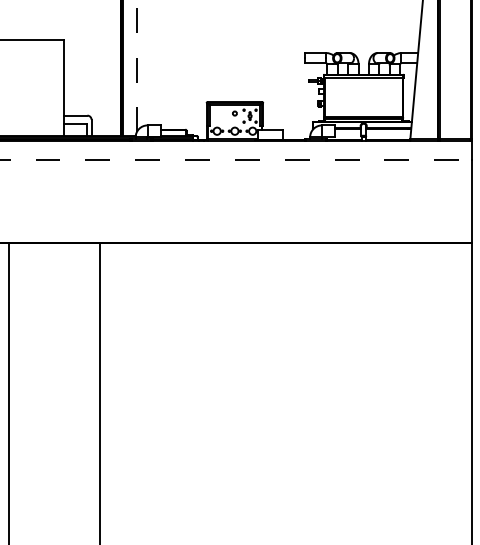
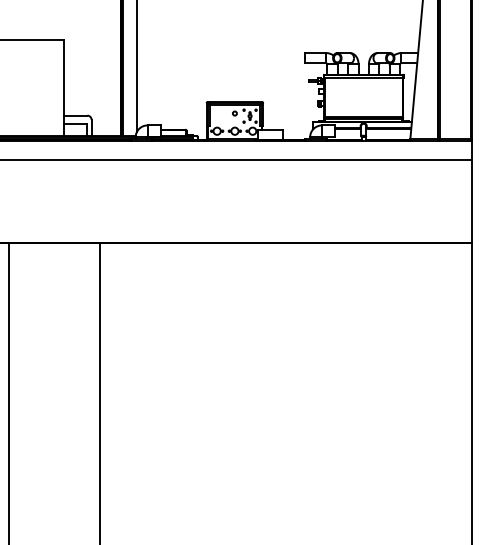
line at (136, 66): dashed -> solid
line at (236, 160): dashed -> solid
